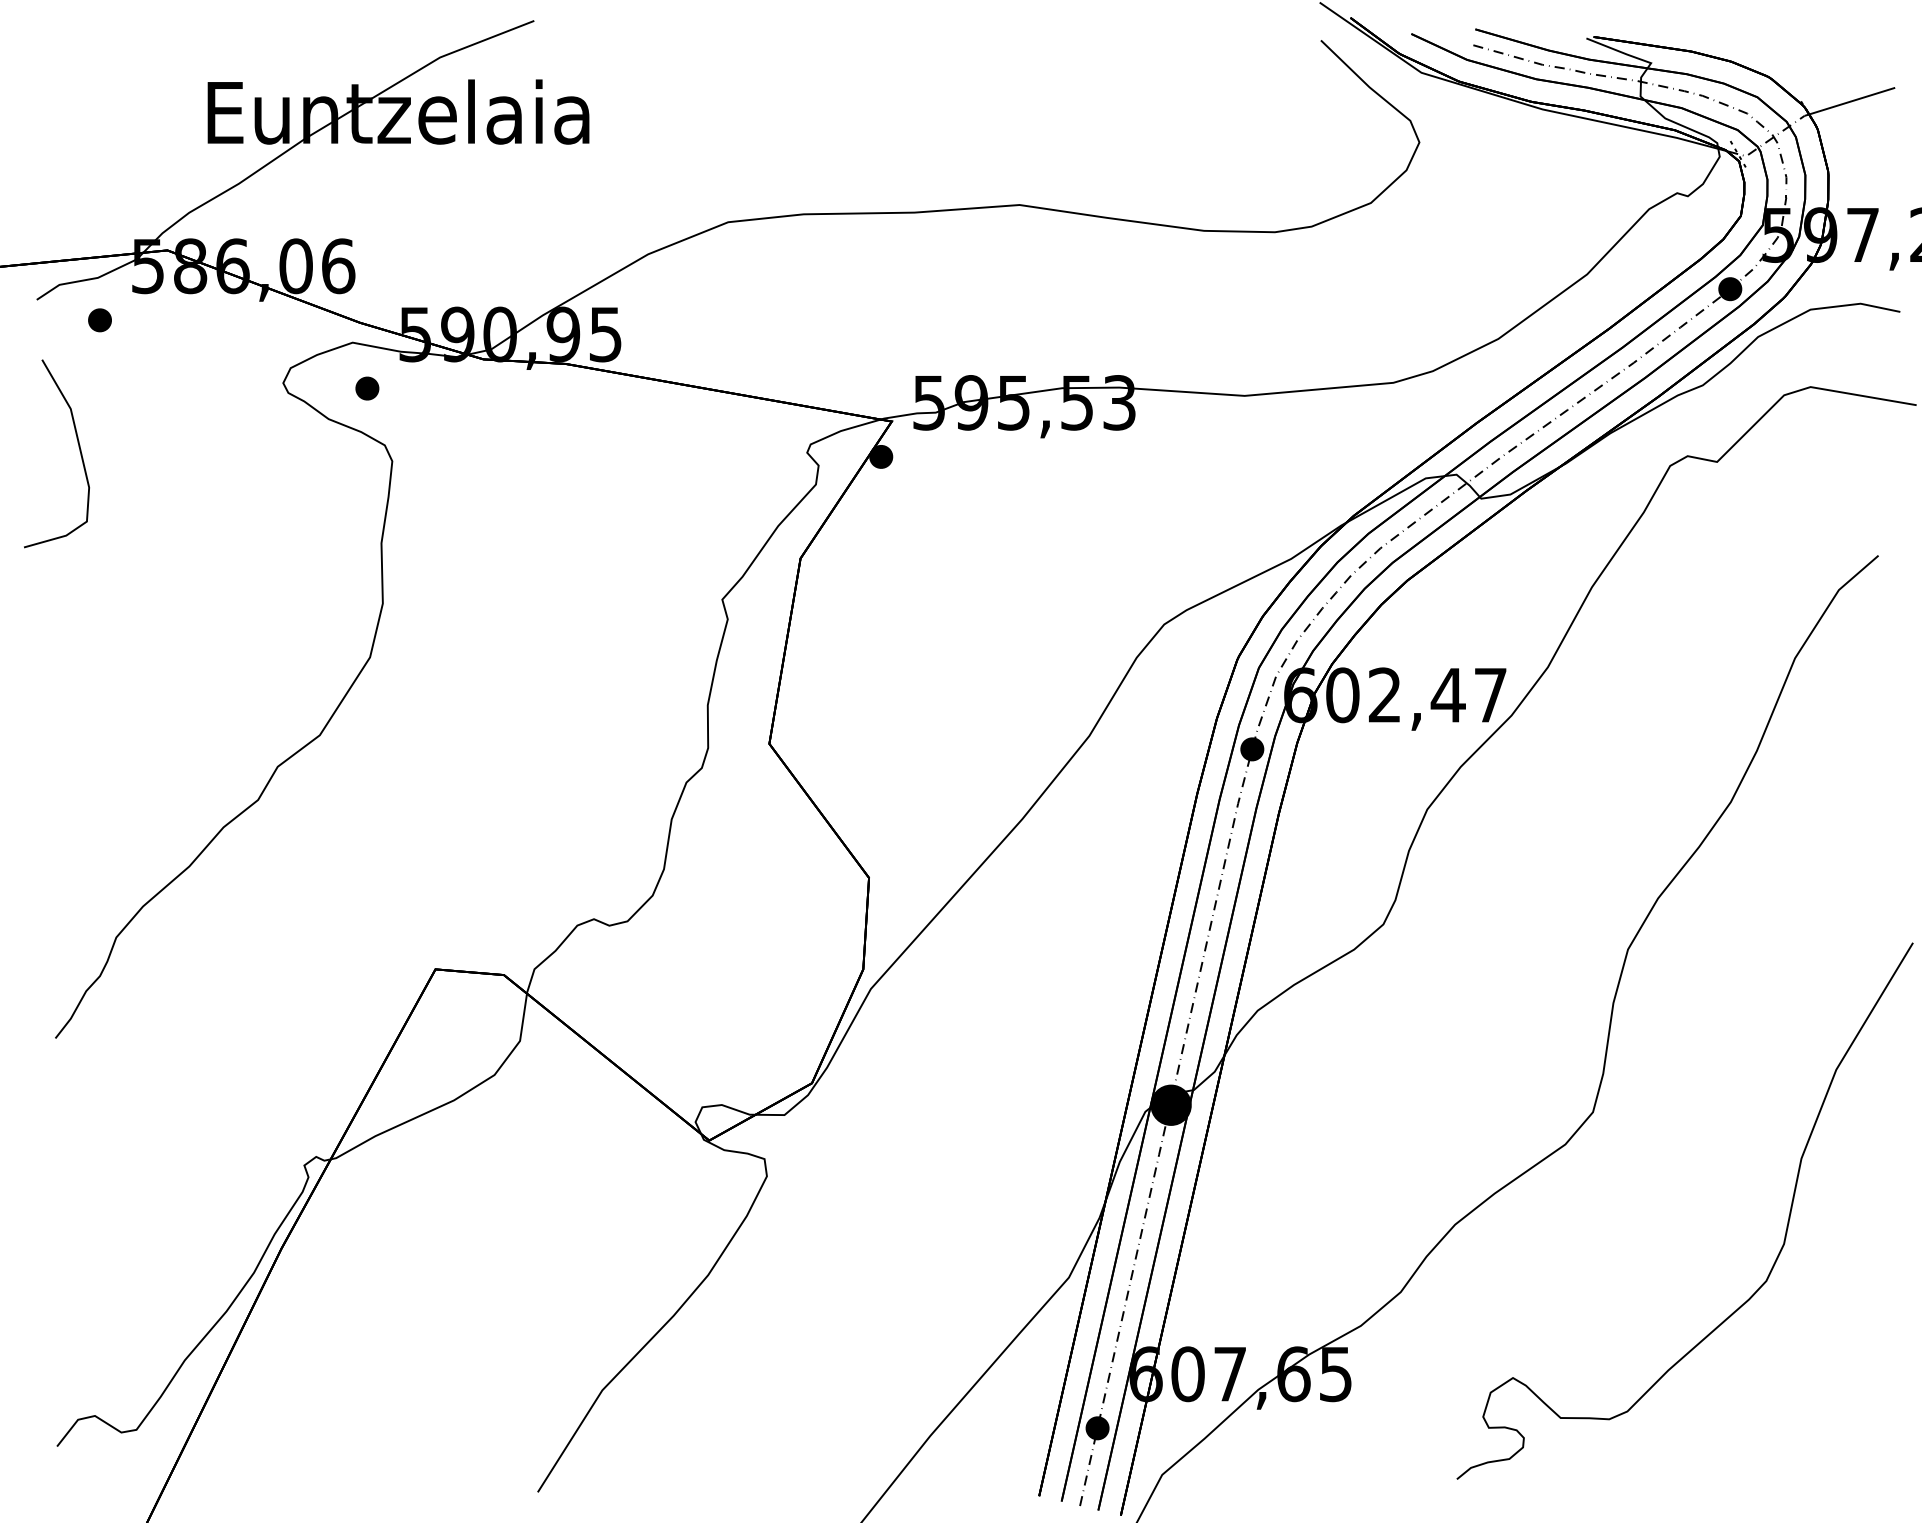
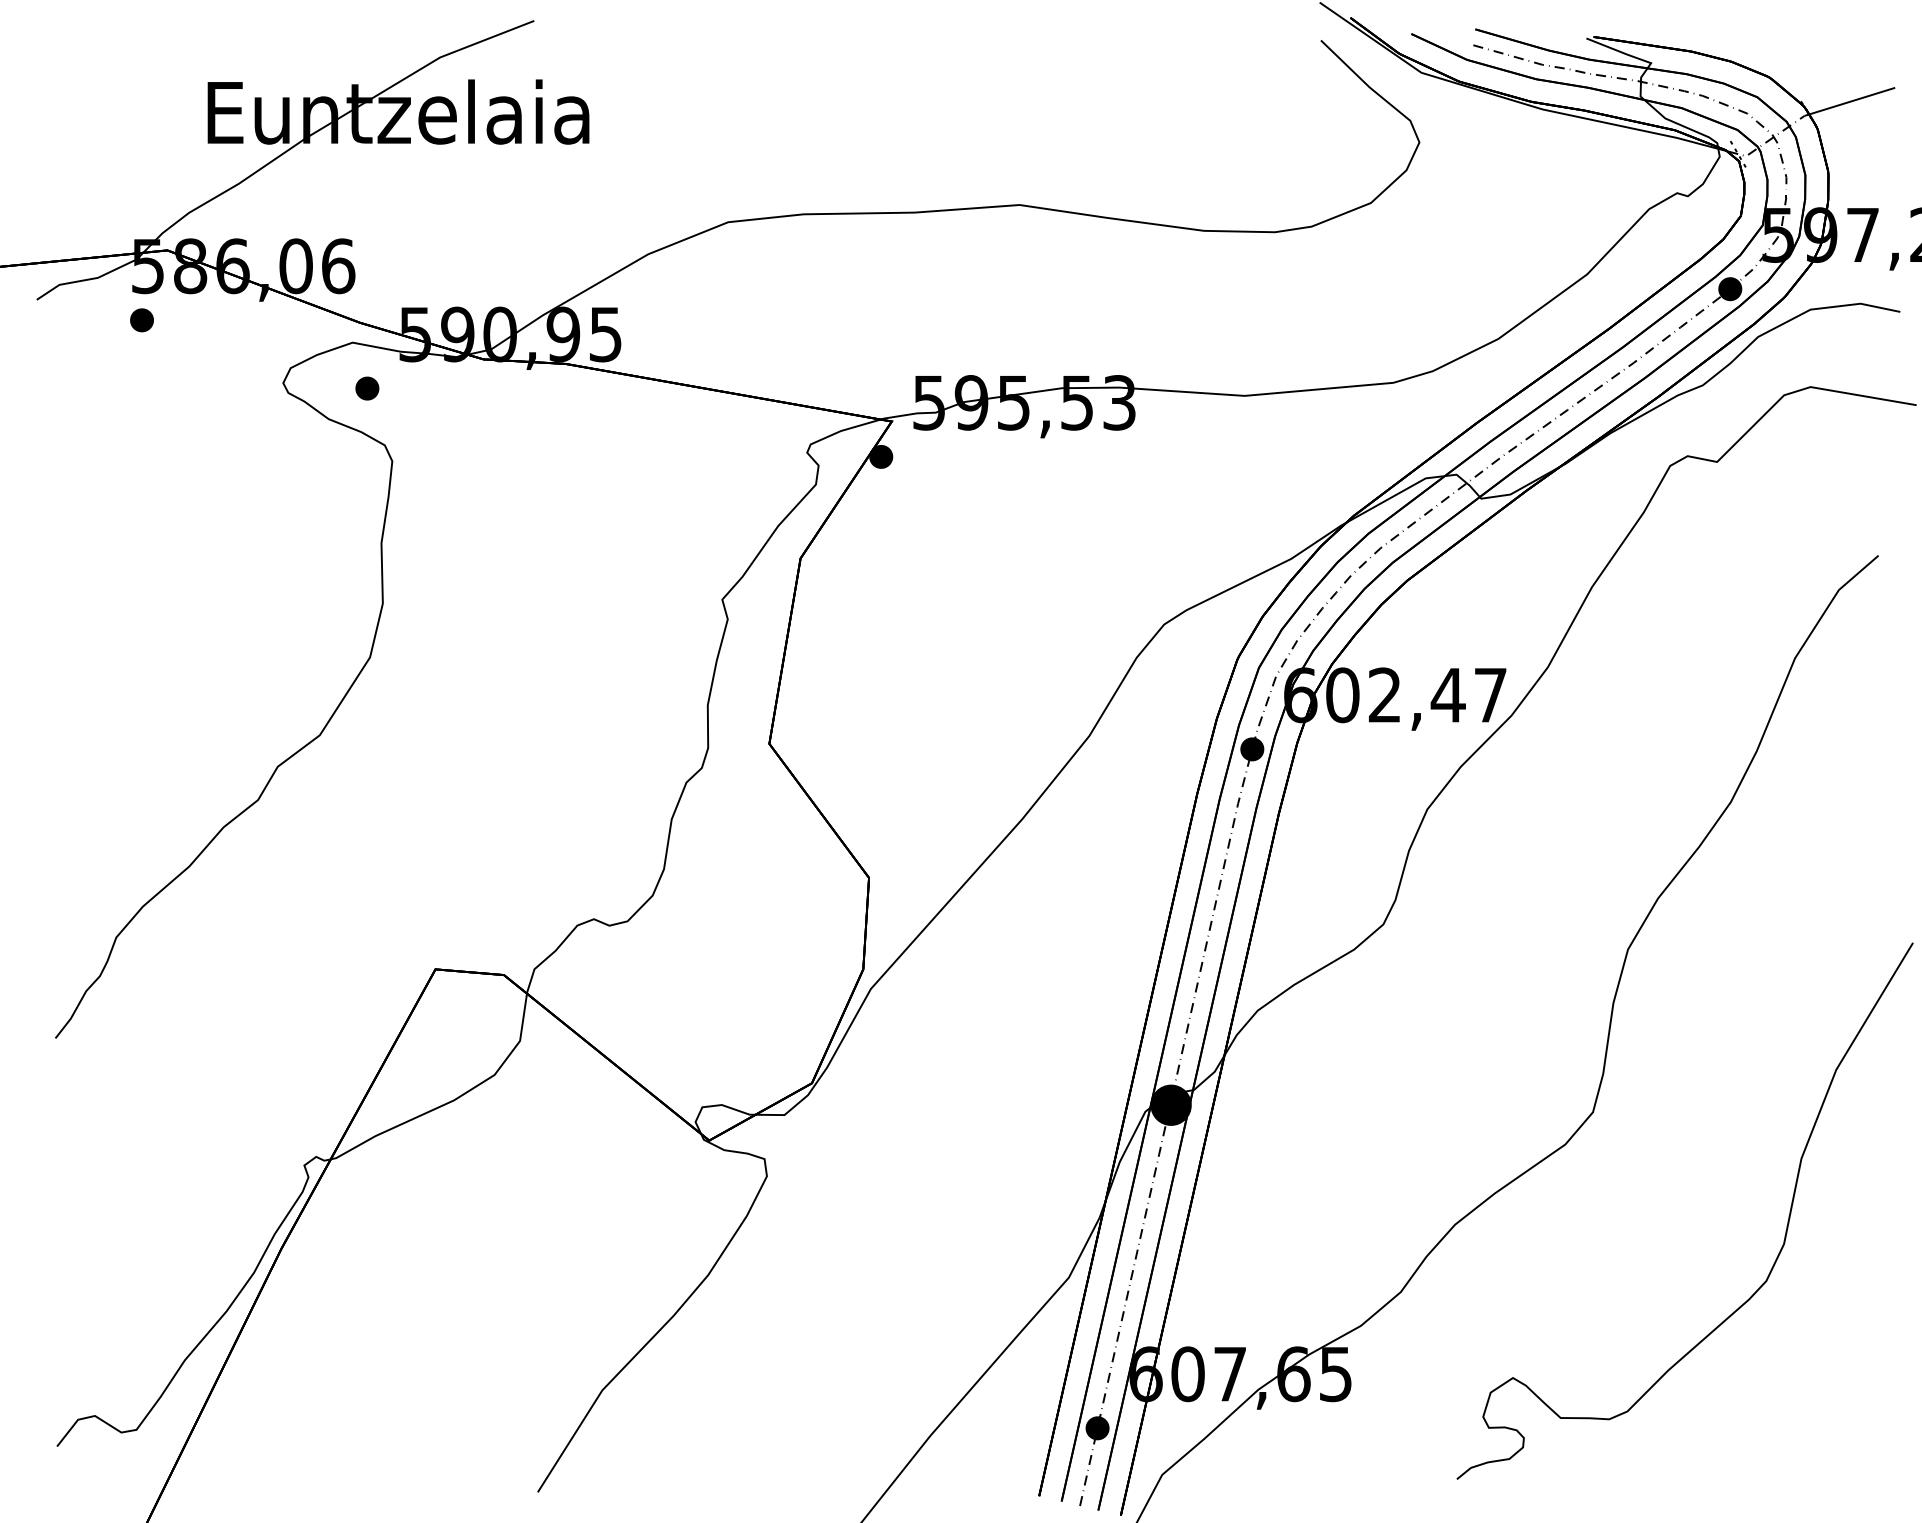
part at (99, 320) position: (99, 320) -> (141, 320)
curve at (78, 447): present -> none
